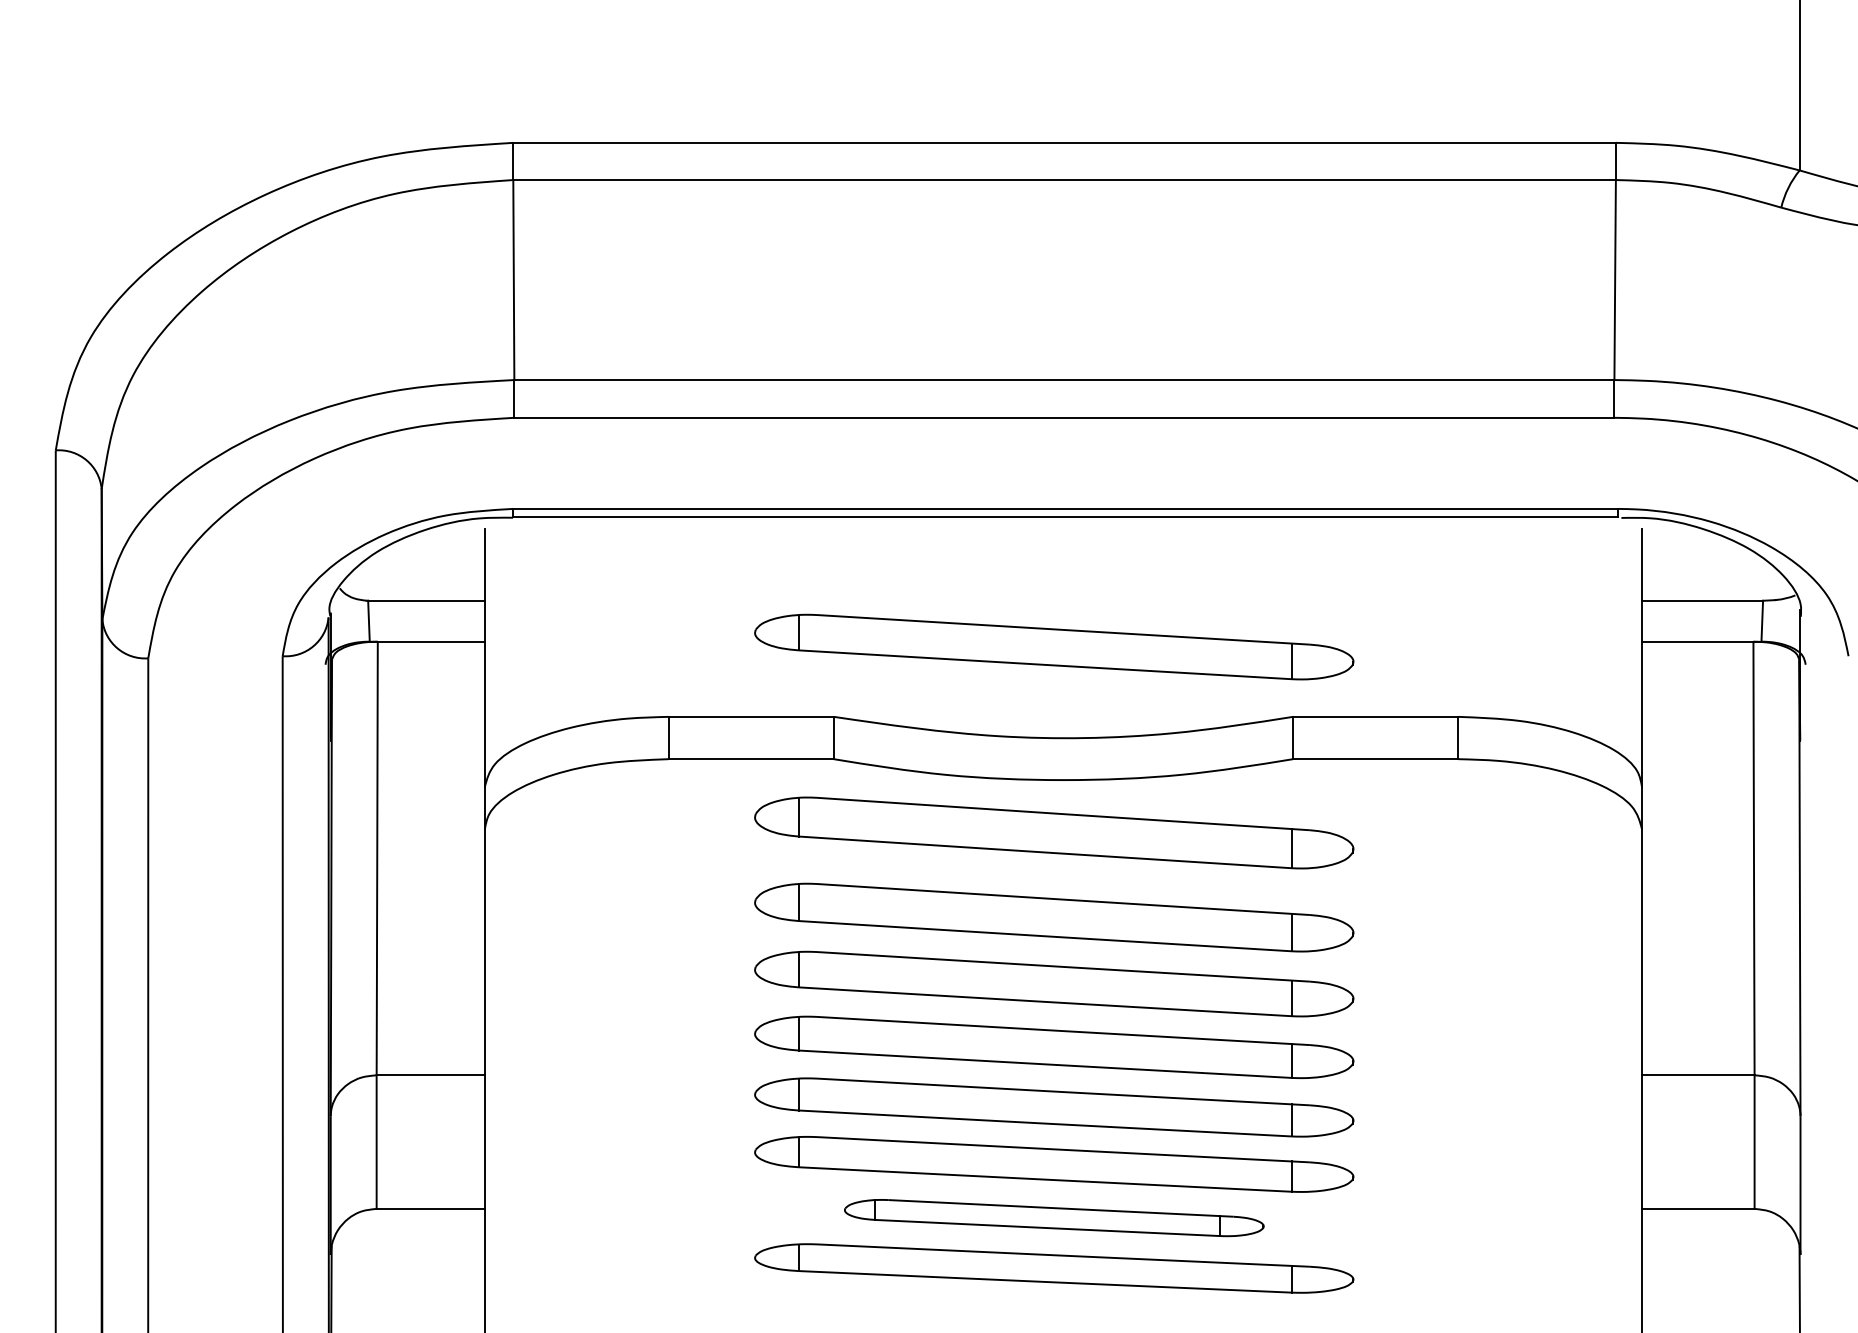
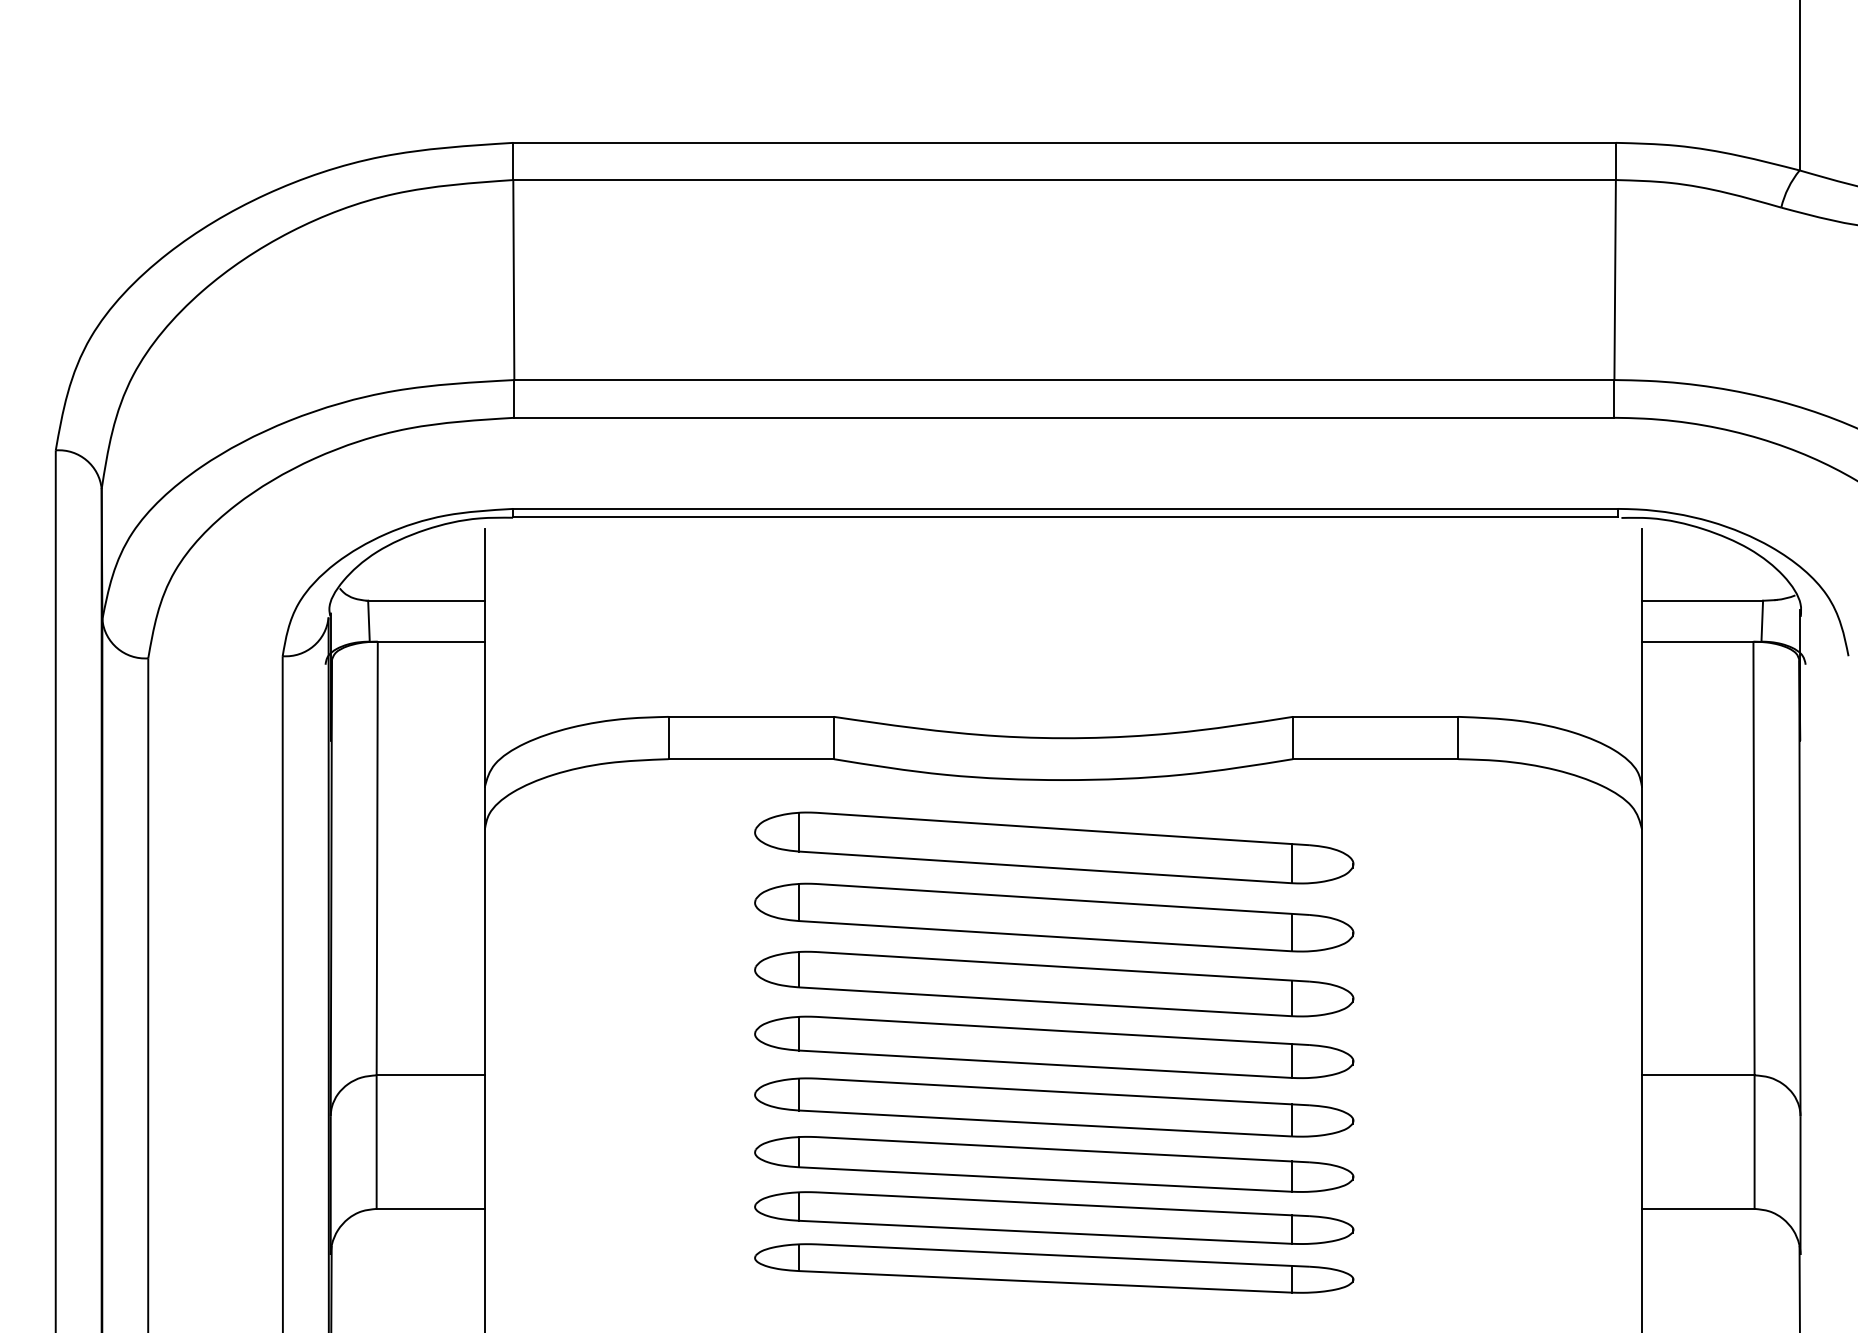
part at (1054, 646): present -> none
part at (1054, 832) position: (1054, 832) -> (1054, 847)
part at (1054, 1218) size: 421x39 px -> 601x54 px
